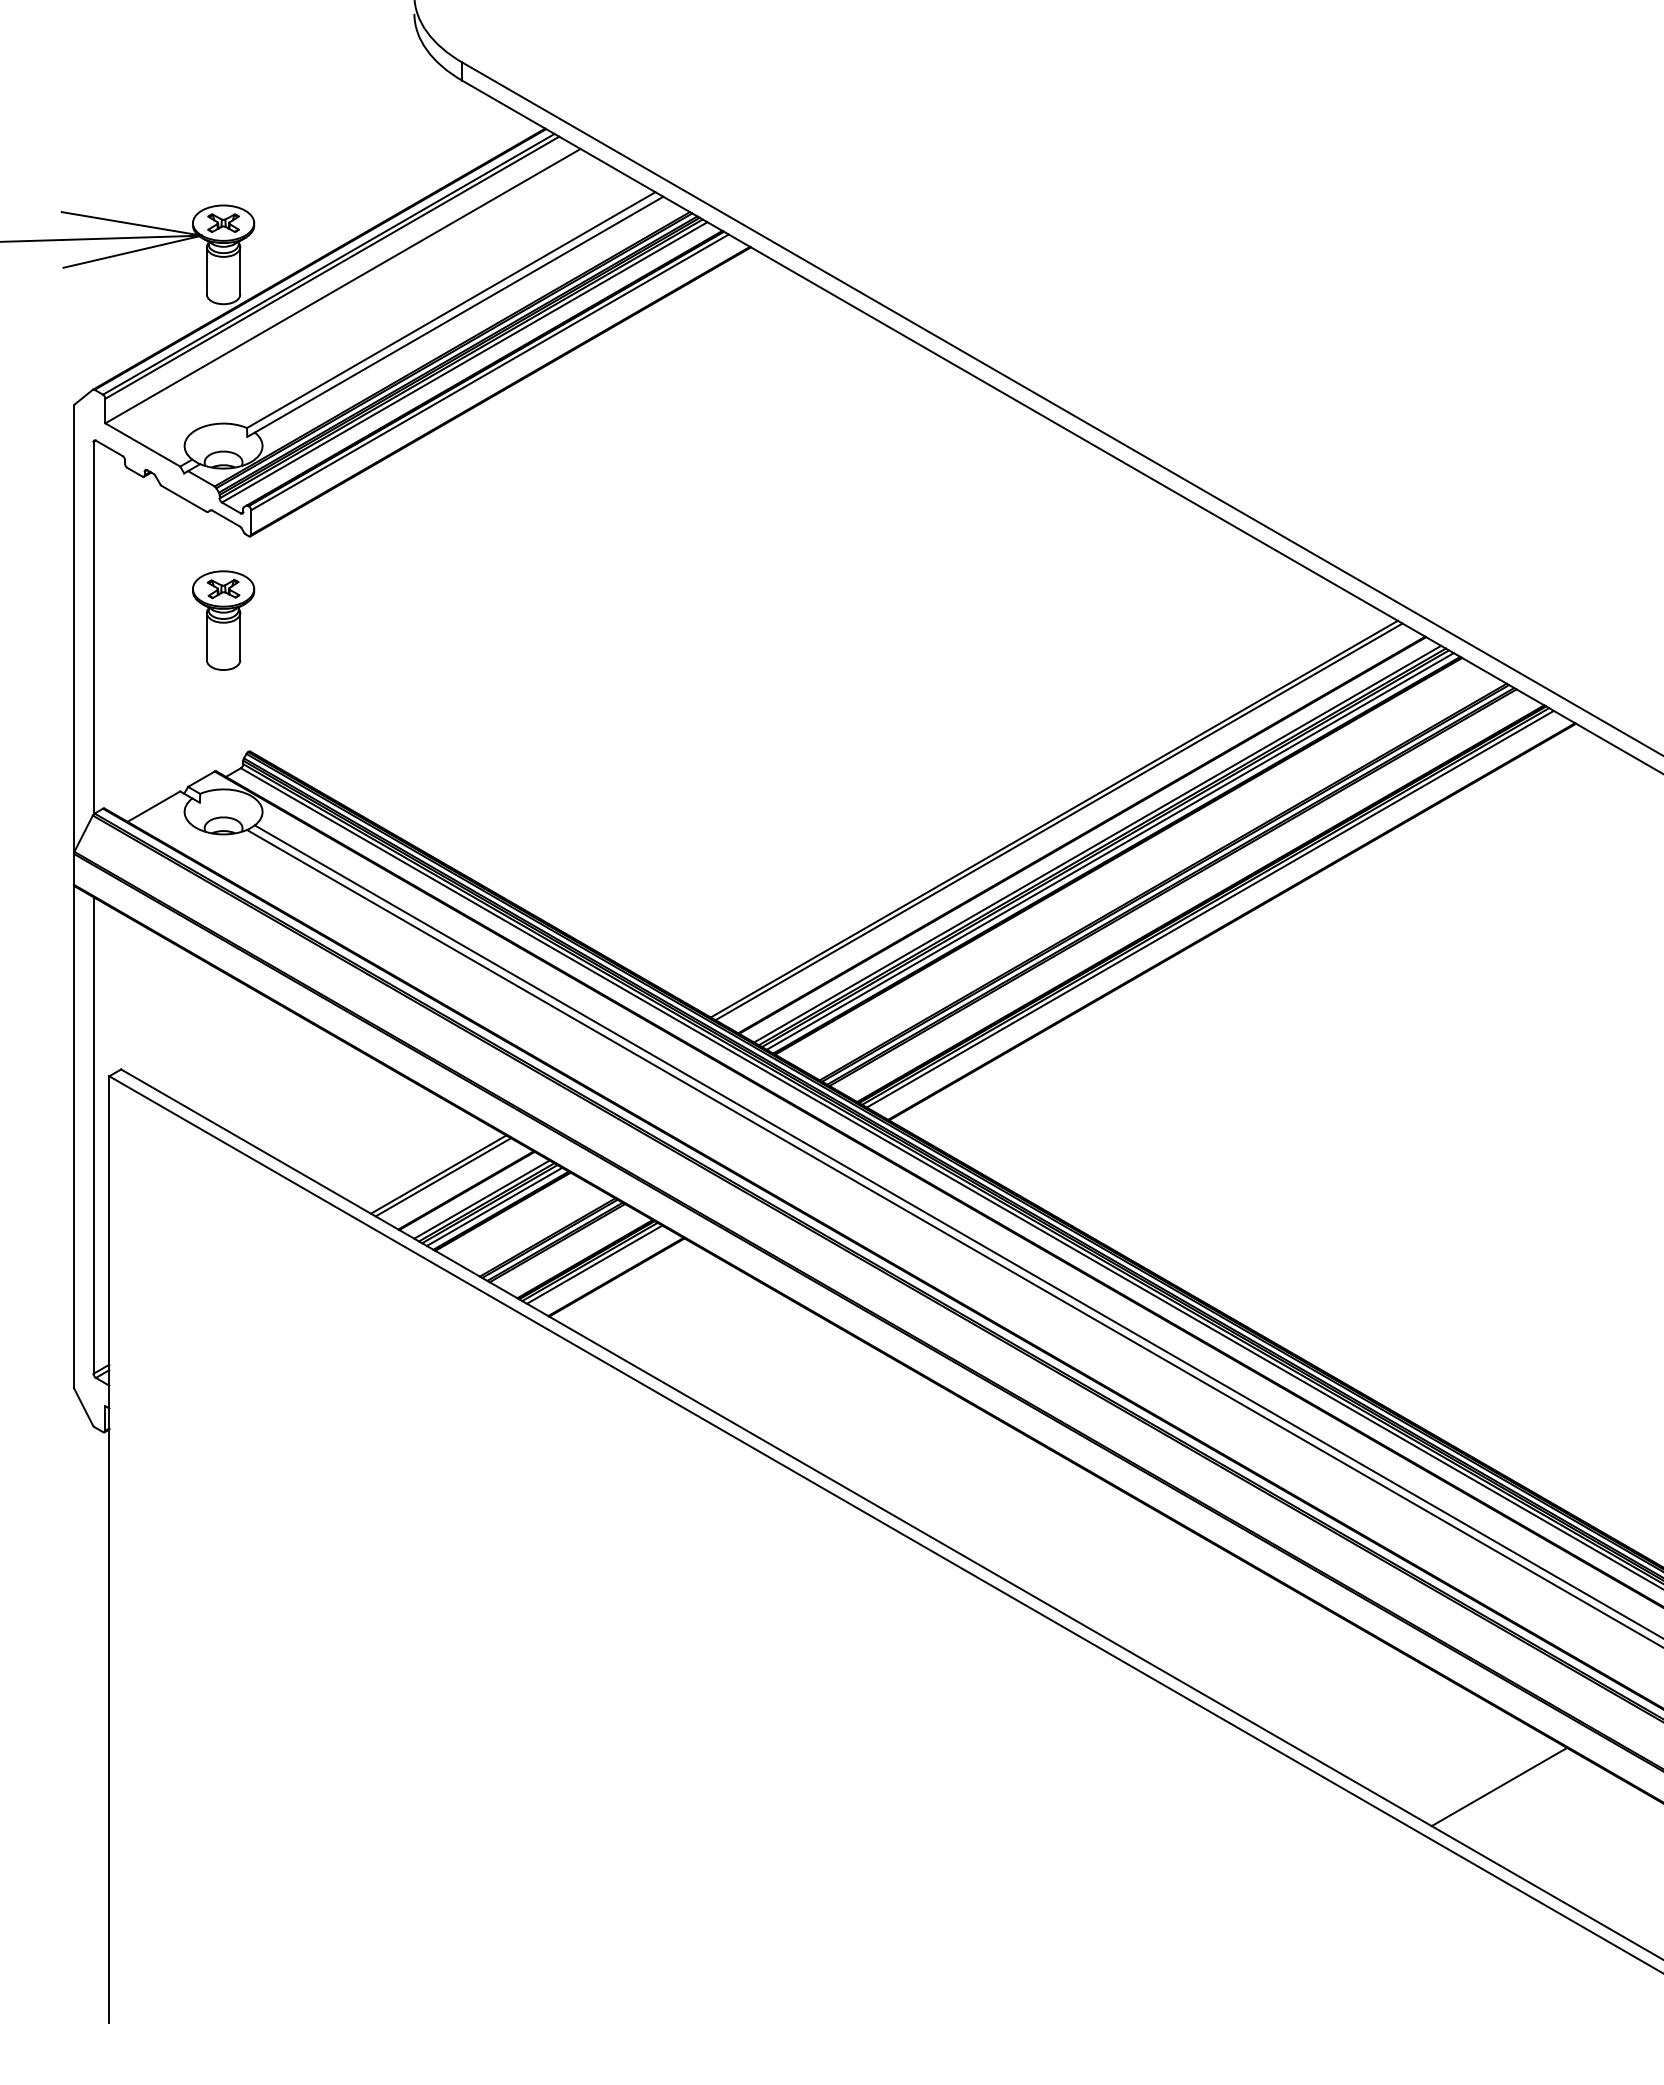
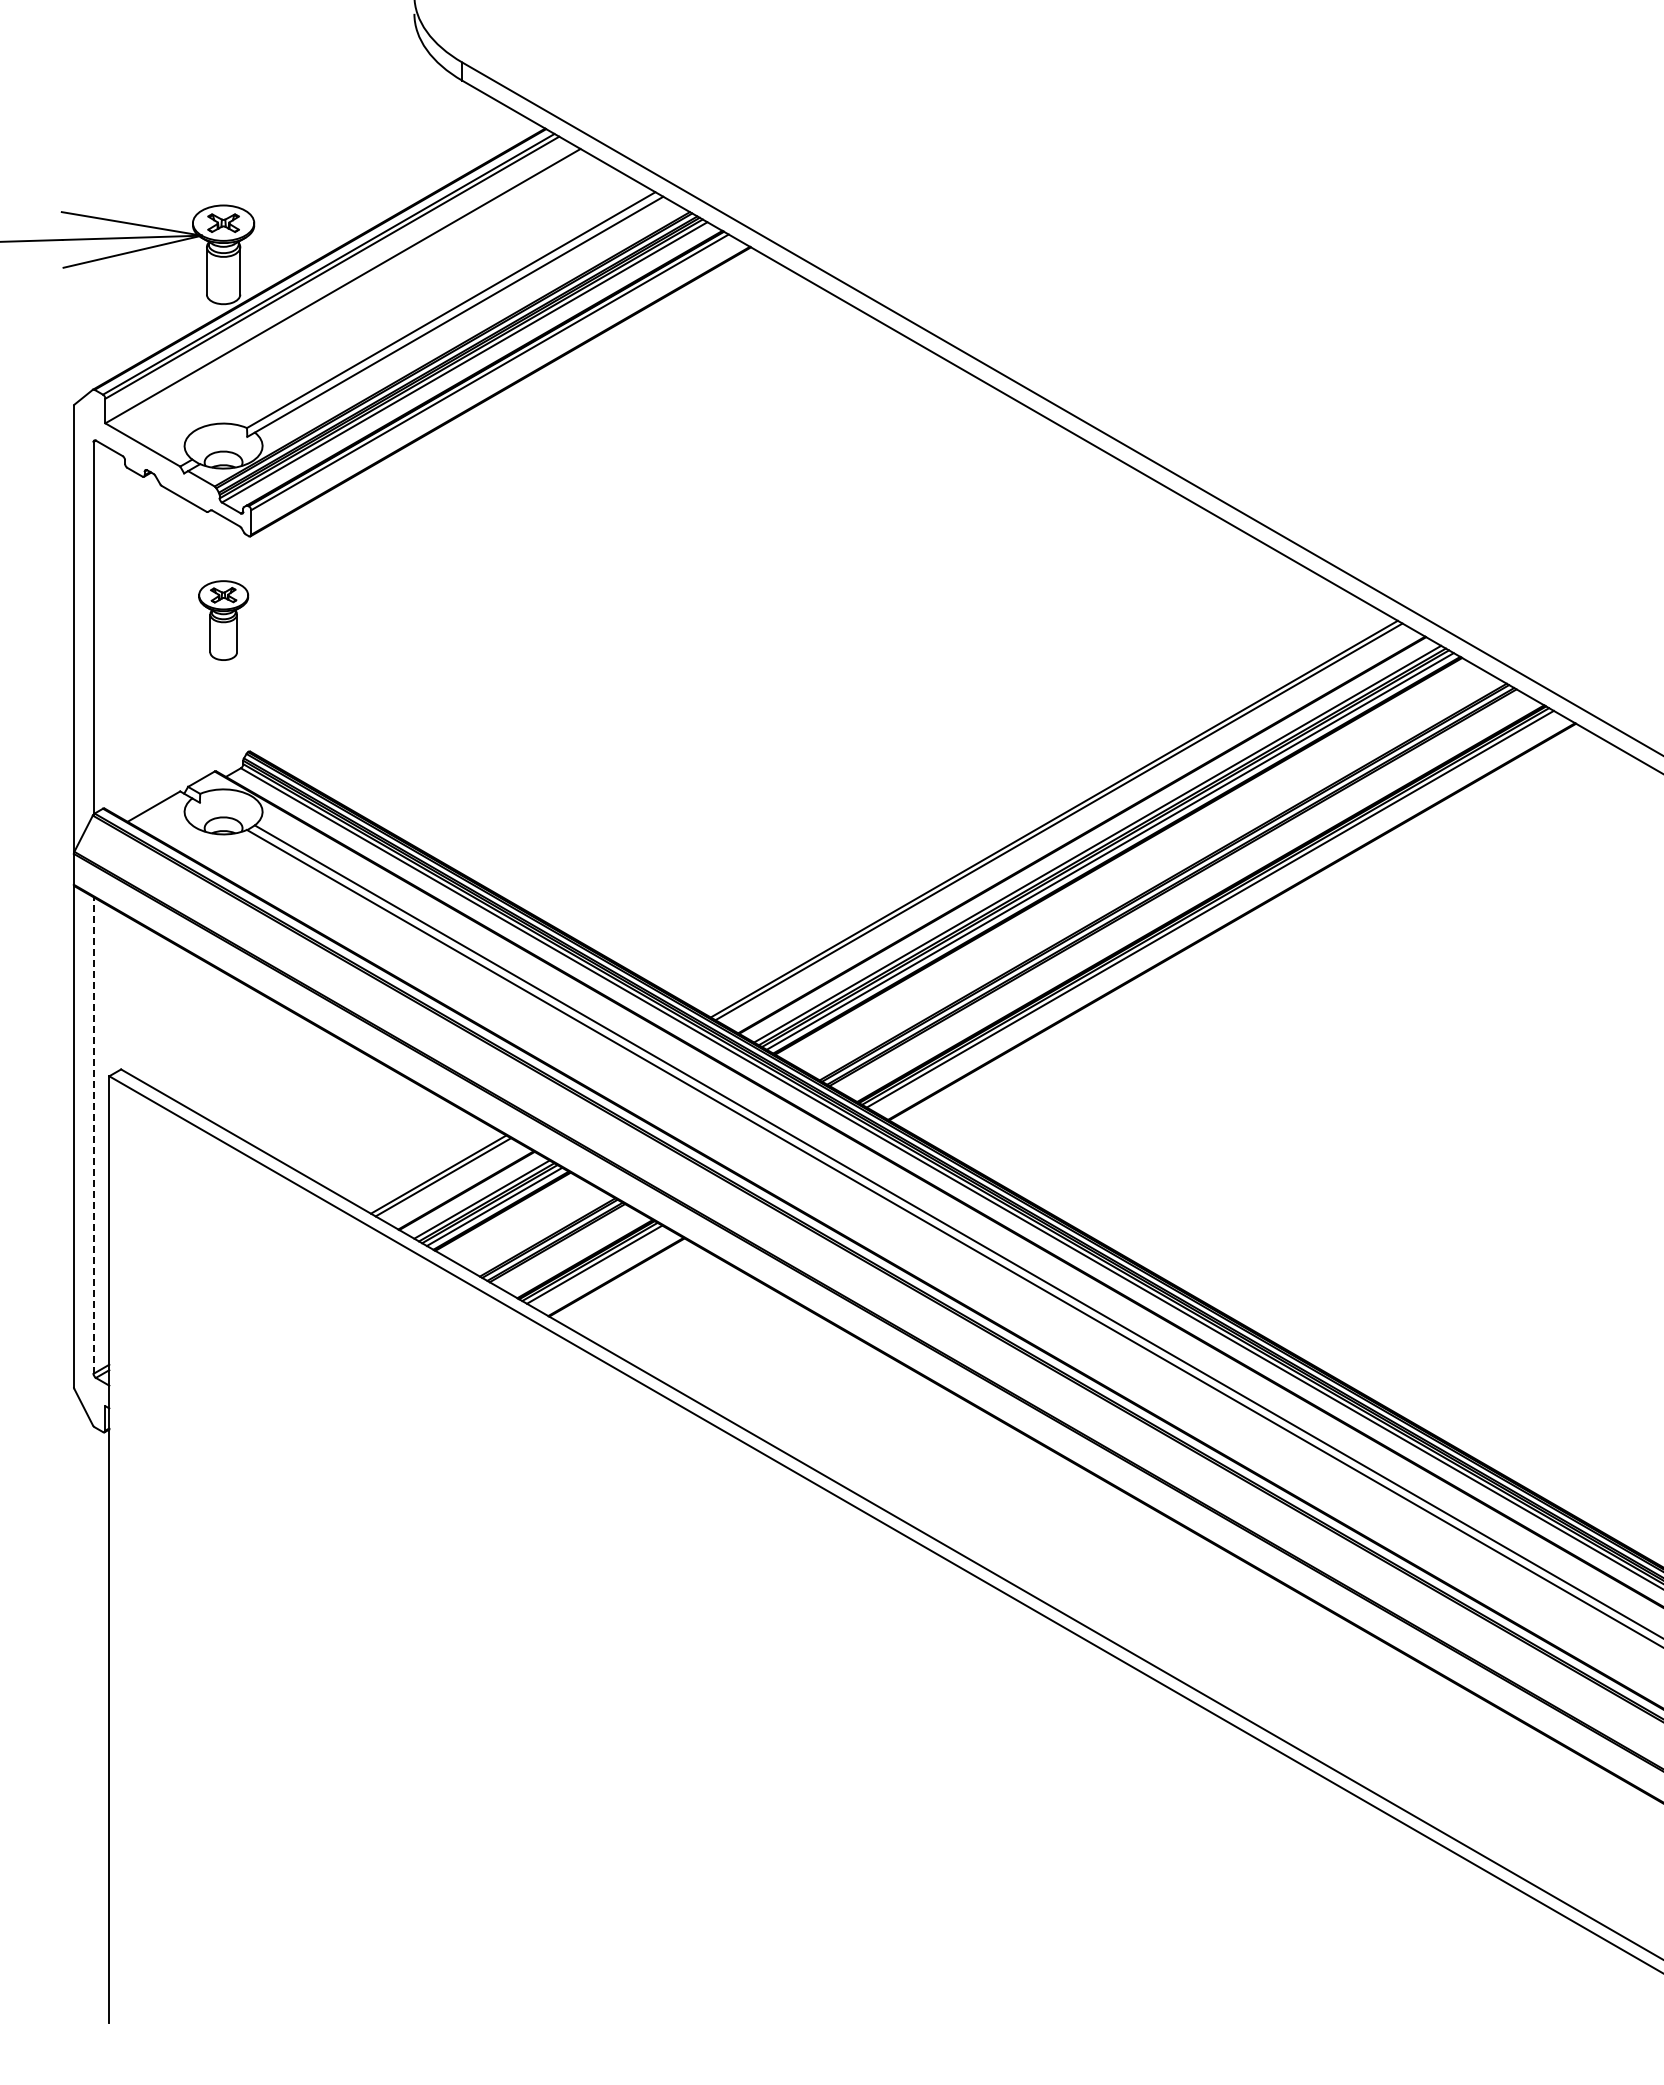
part at (223, 620) size: 64x101 px -> 52x81 px
line at (93, 1135): solid -> dashed
line at (1499, 1786): present -> none
